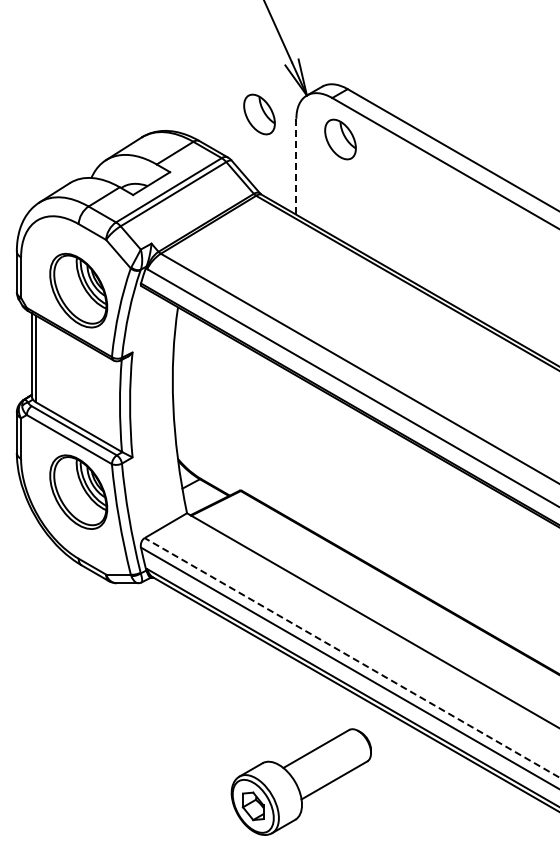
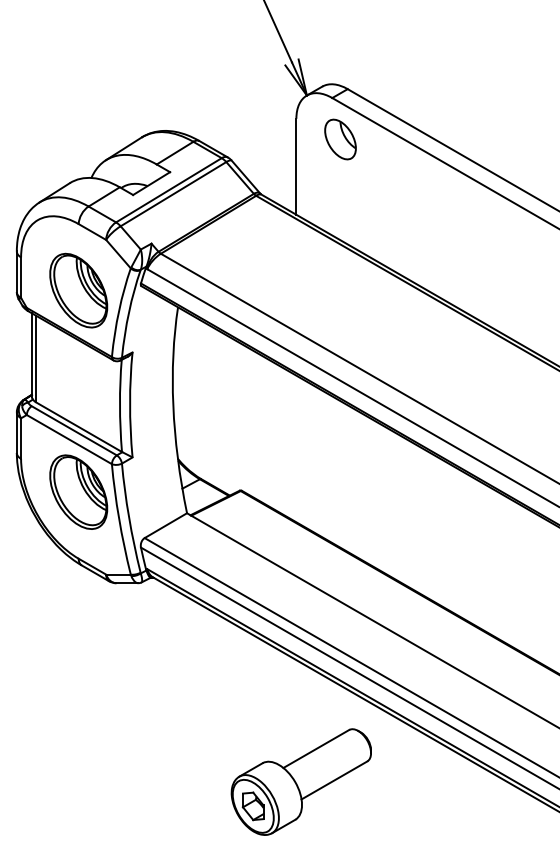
part at (259, 114): present -> none
line at (296, 166): dashed -> solid
line at (351, 657): dashed -> solid
